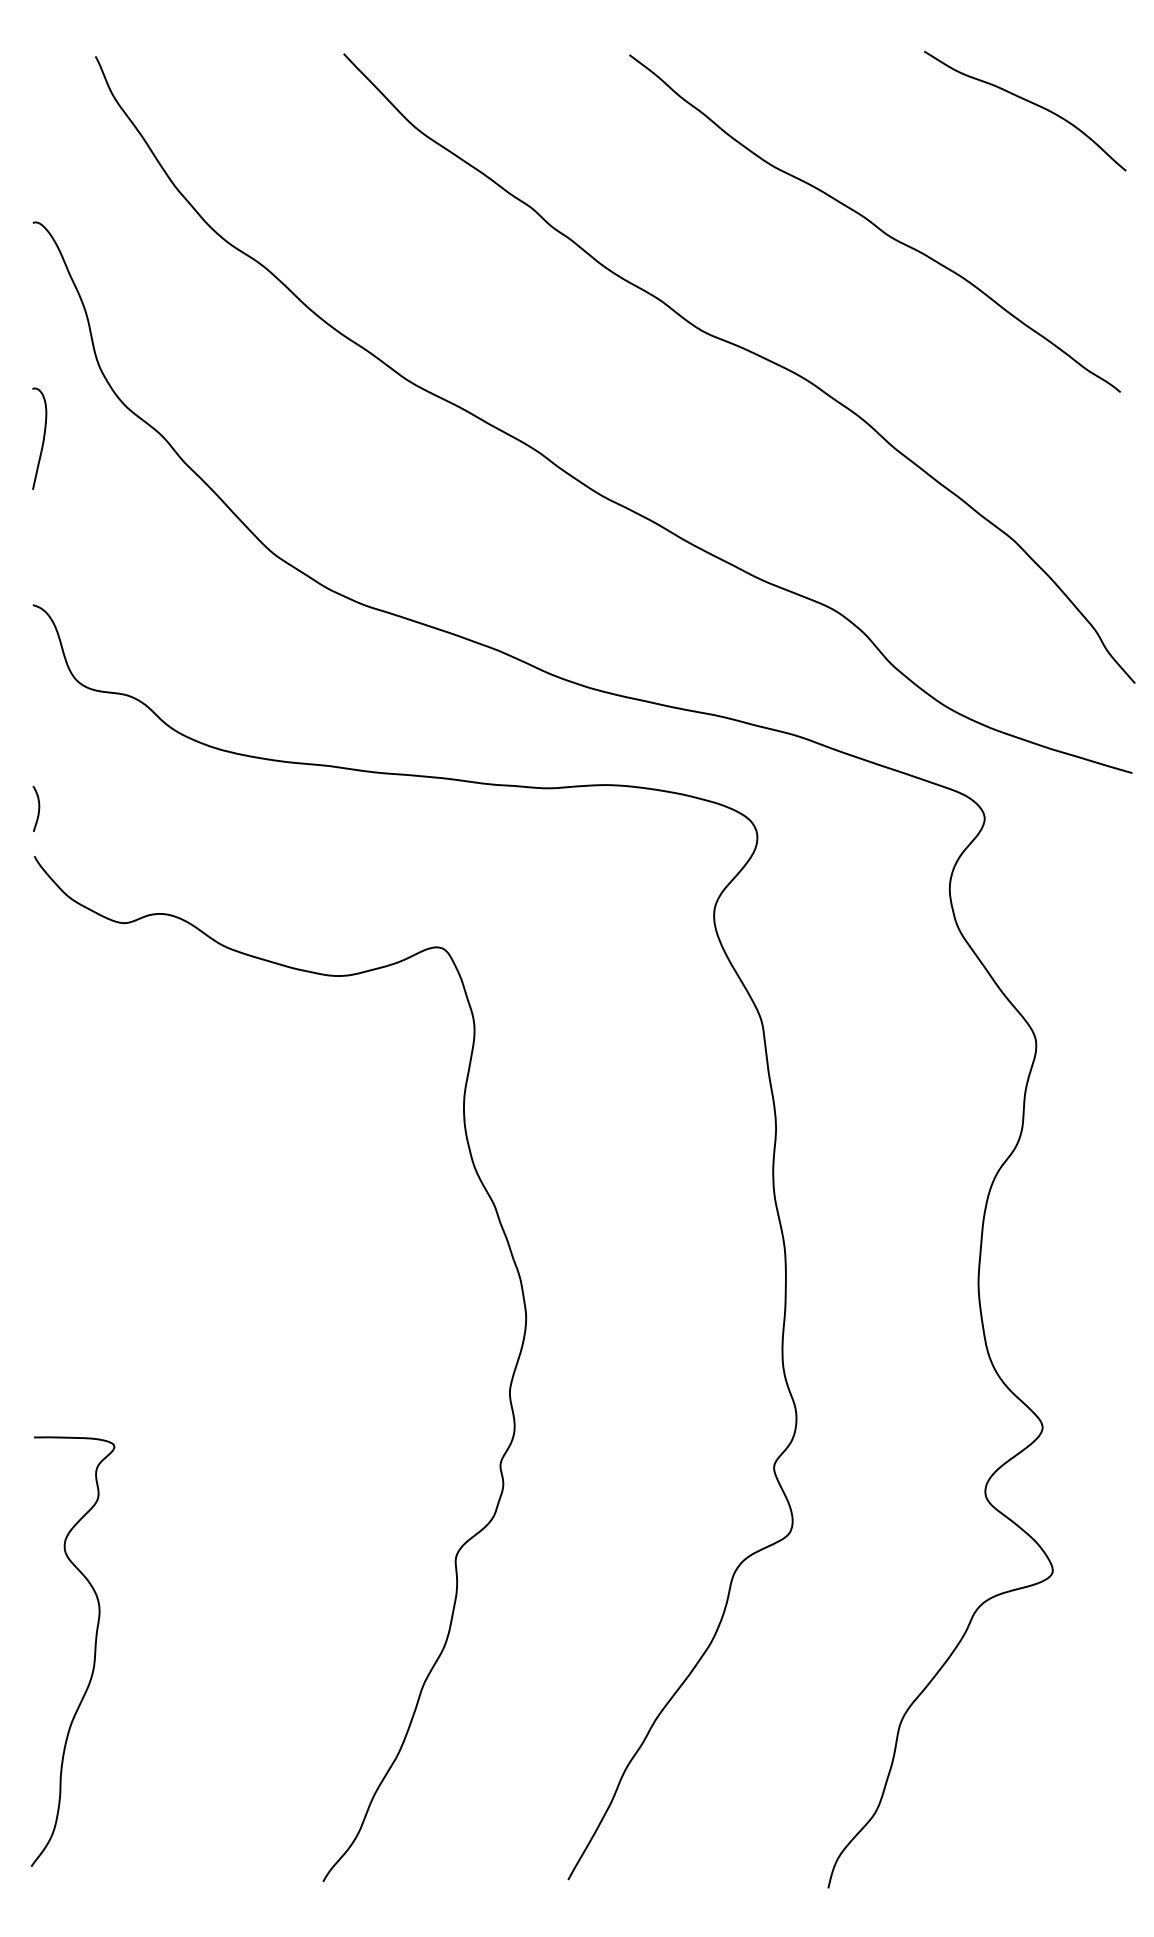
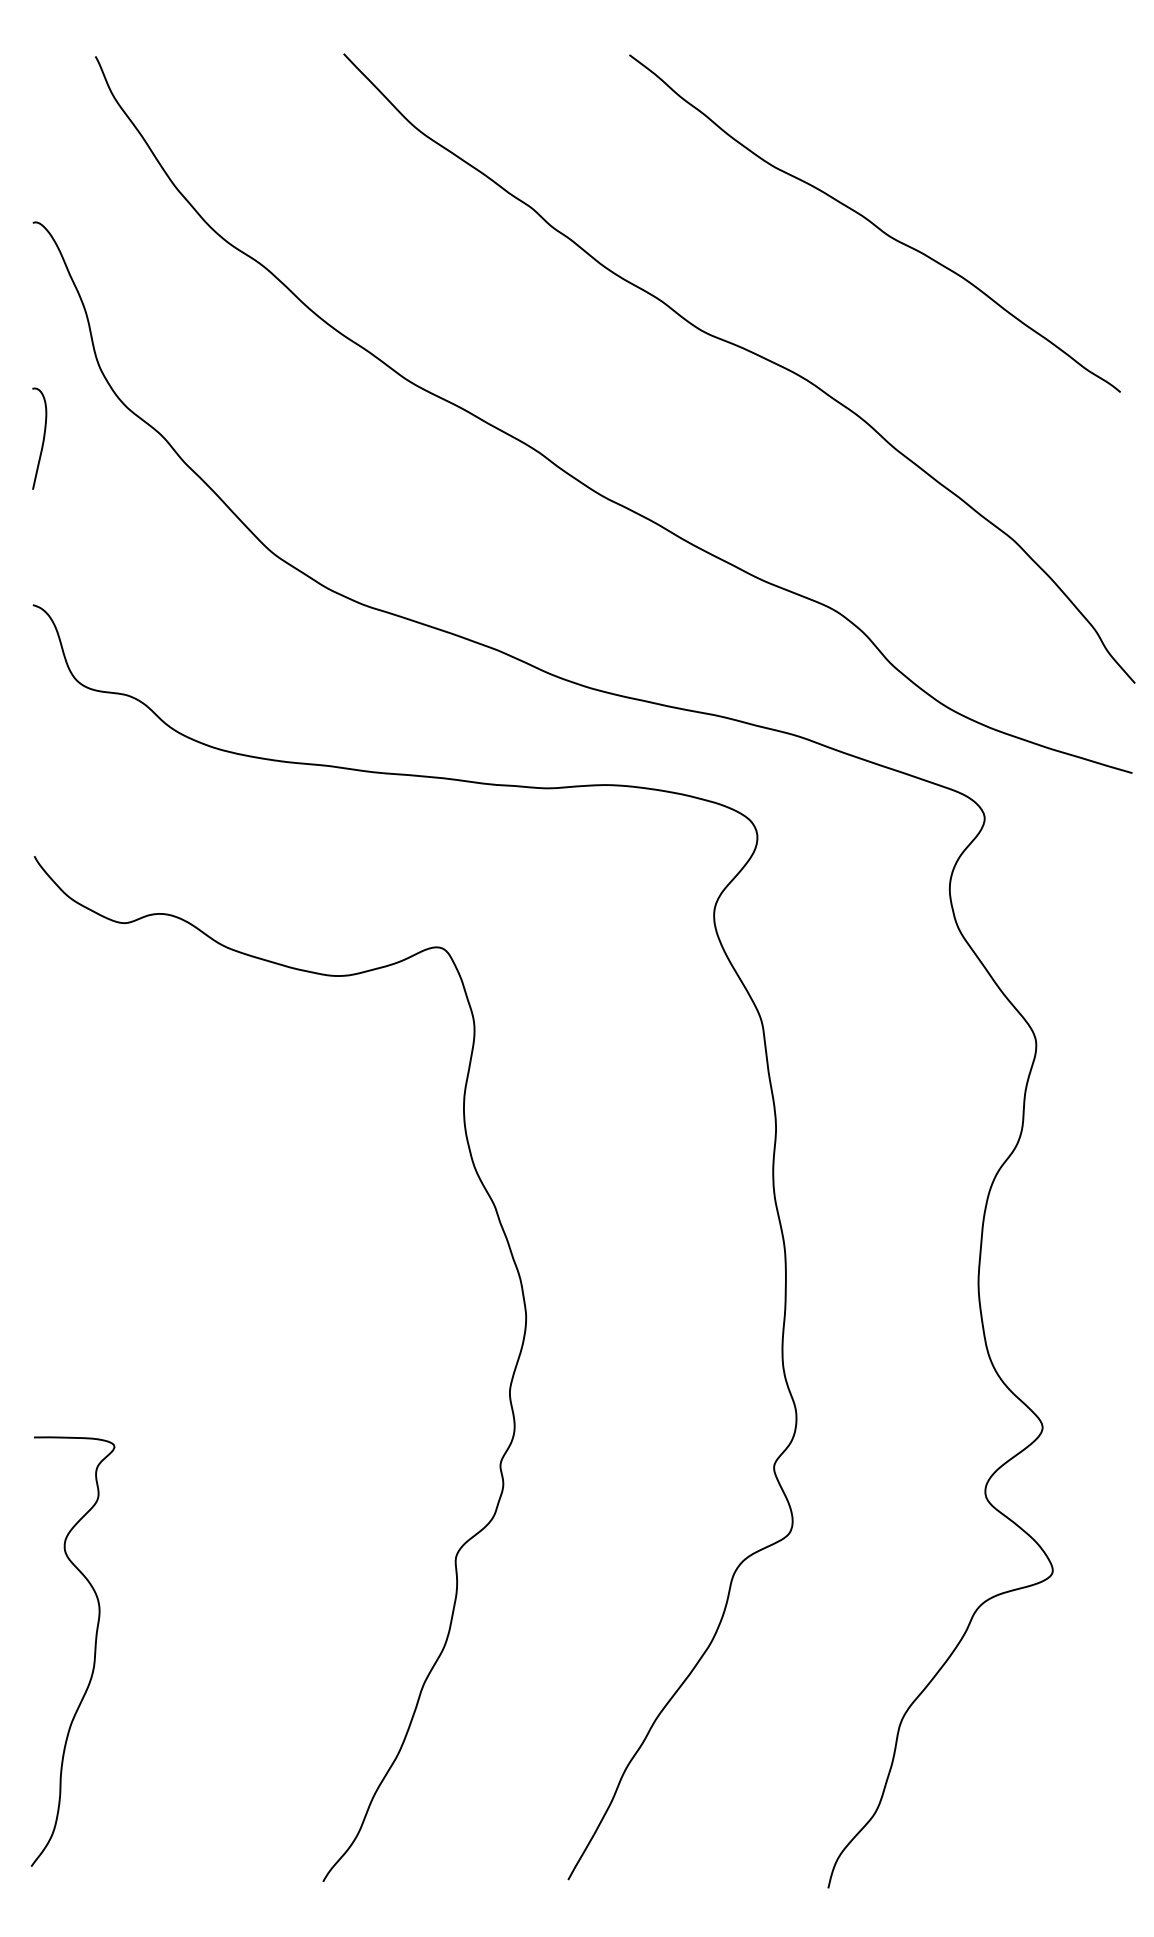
curve at (1030, 103): present -> none
curve at (38, 808): present -> none
